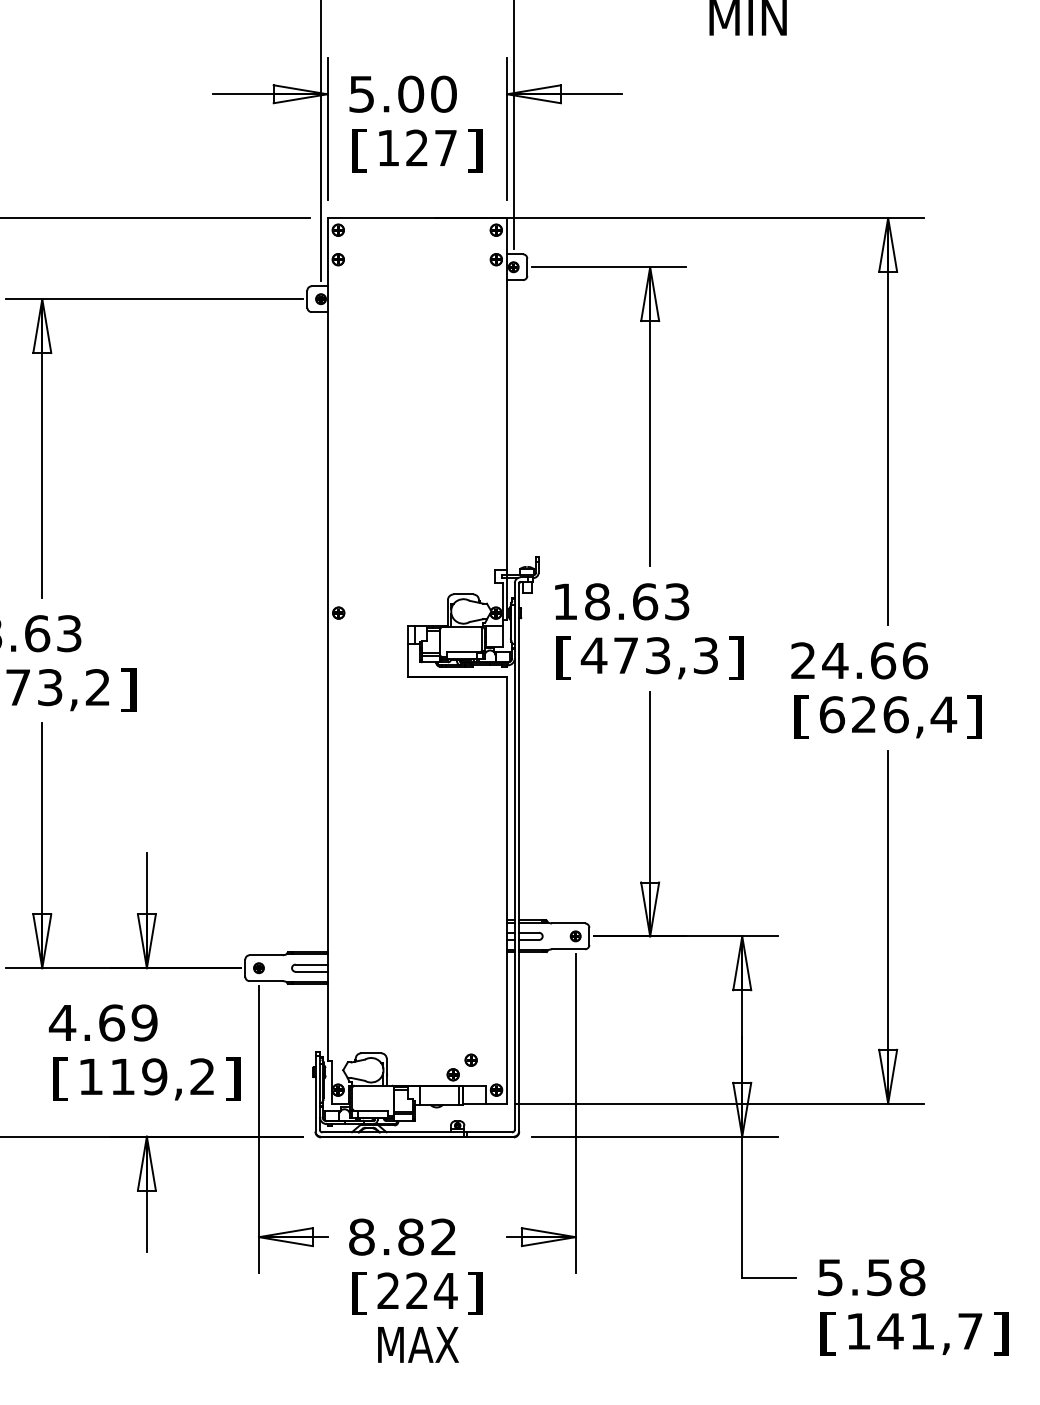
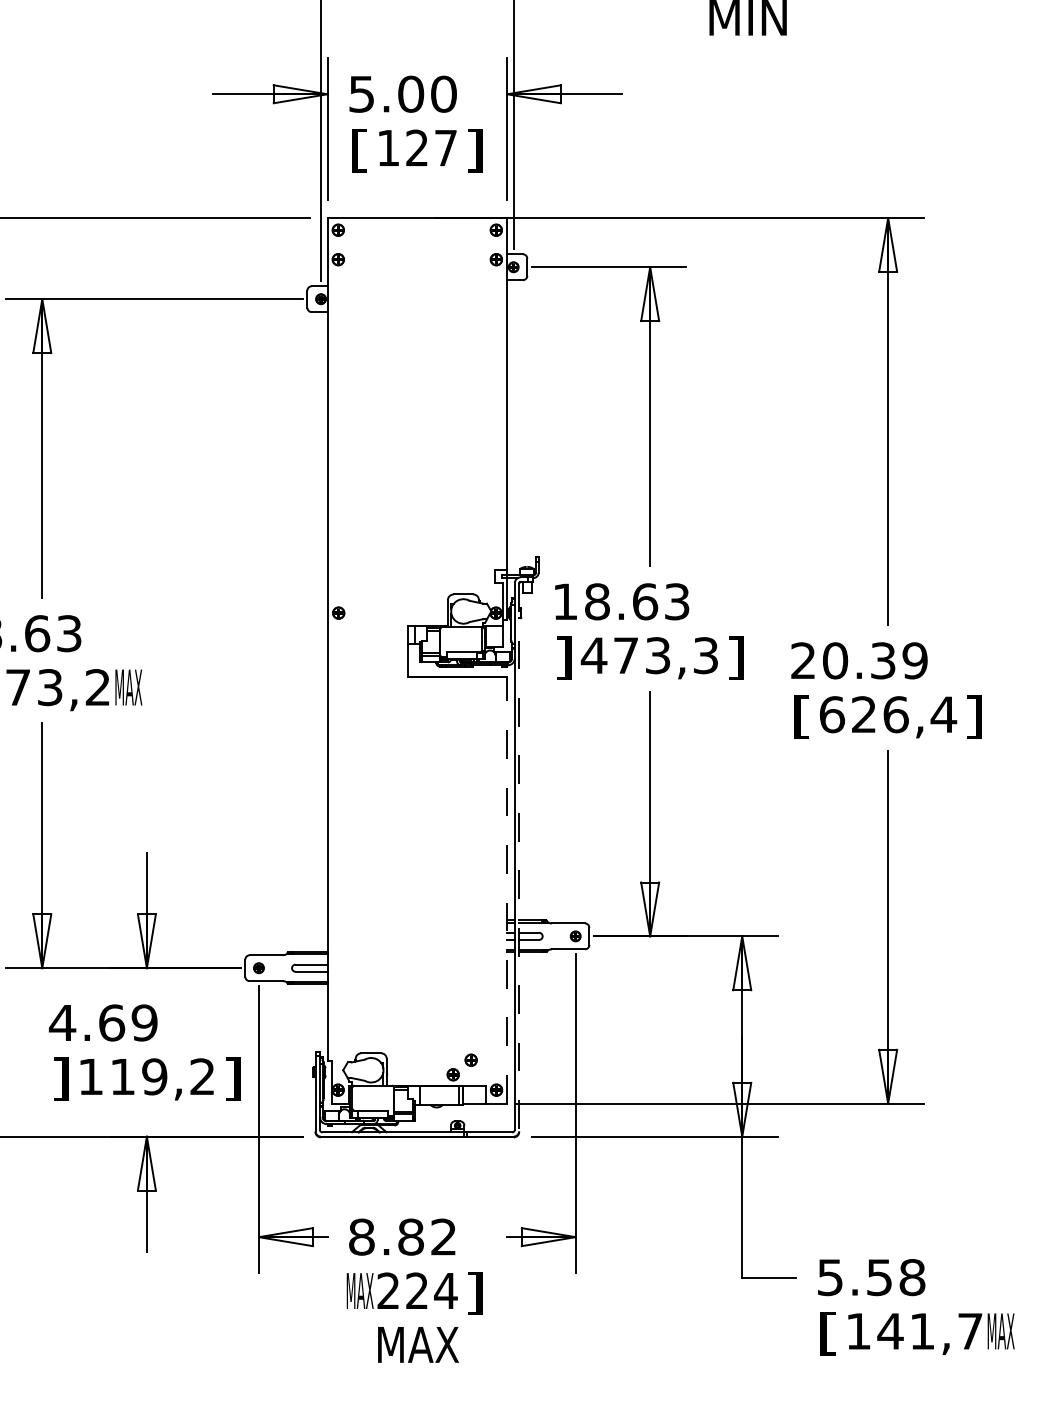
text at (563, 657): [ -> ]
text at (875, 660): 24.66 -> 20.39
text at (128, 689): ] -> MAX
line at (519, 857): solid -> dashed
line at (507, 890): solid -> dashed
text at (60, 1078): [ -> ]
text at (359, 1293): [ -> MAX
text at (1000, 1333): ] -> MAX
